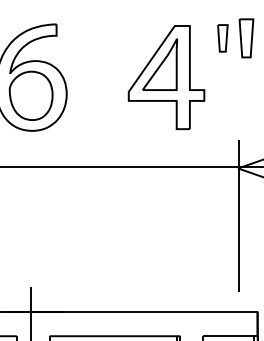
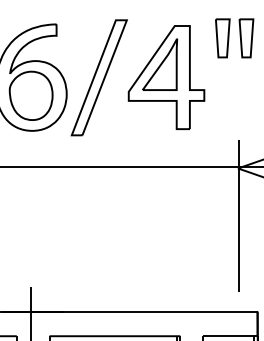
part at (222, 38) size: 12x29 px -> 16x41 px
part at (98, 77): none -> present
